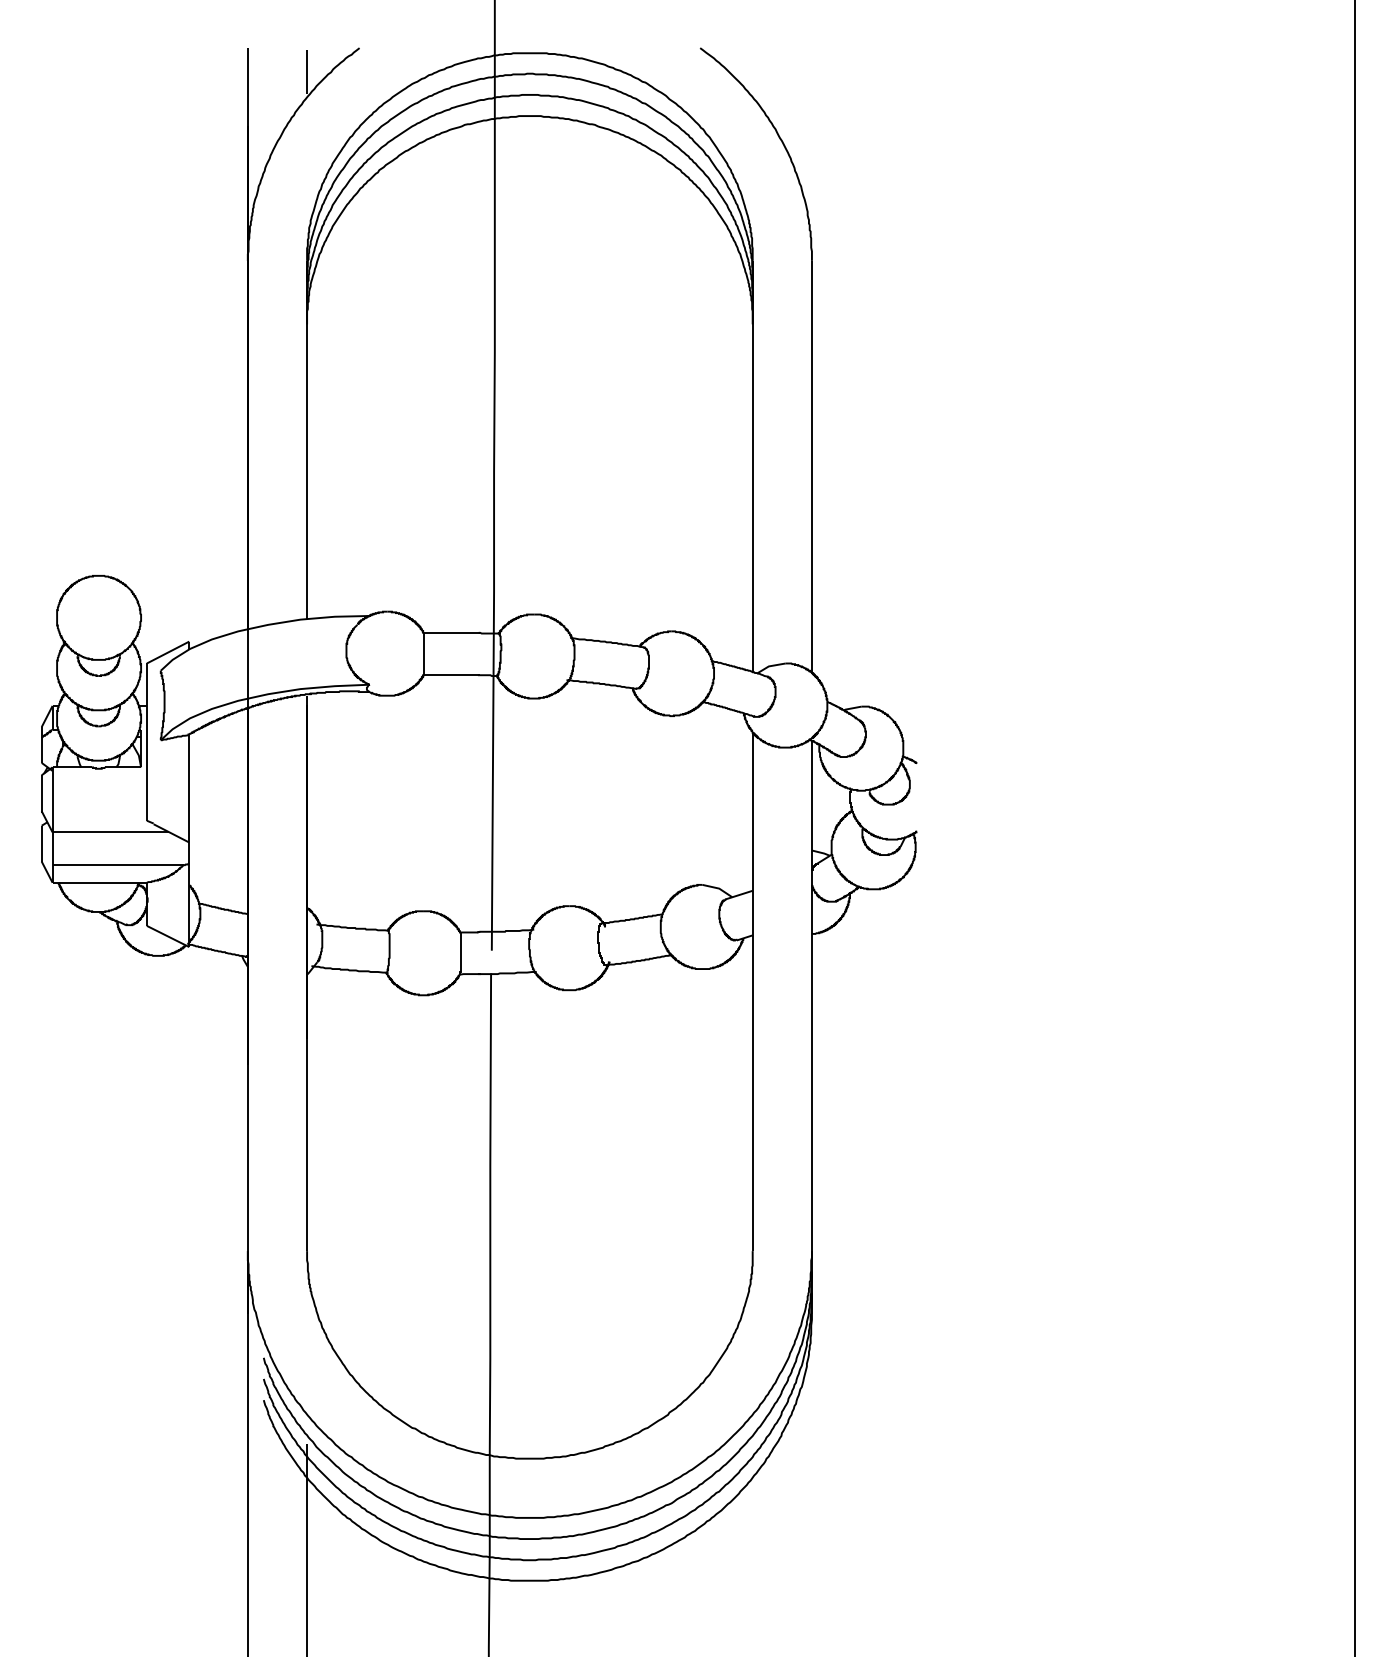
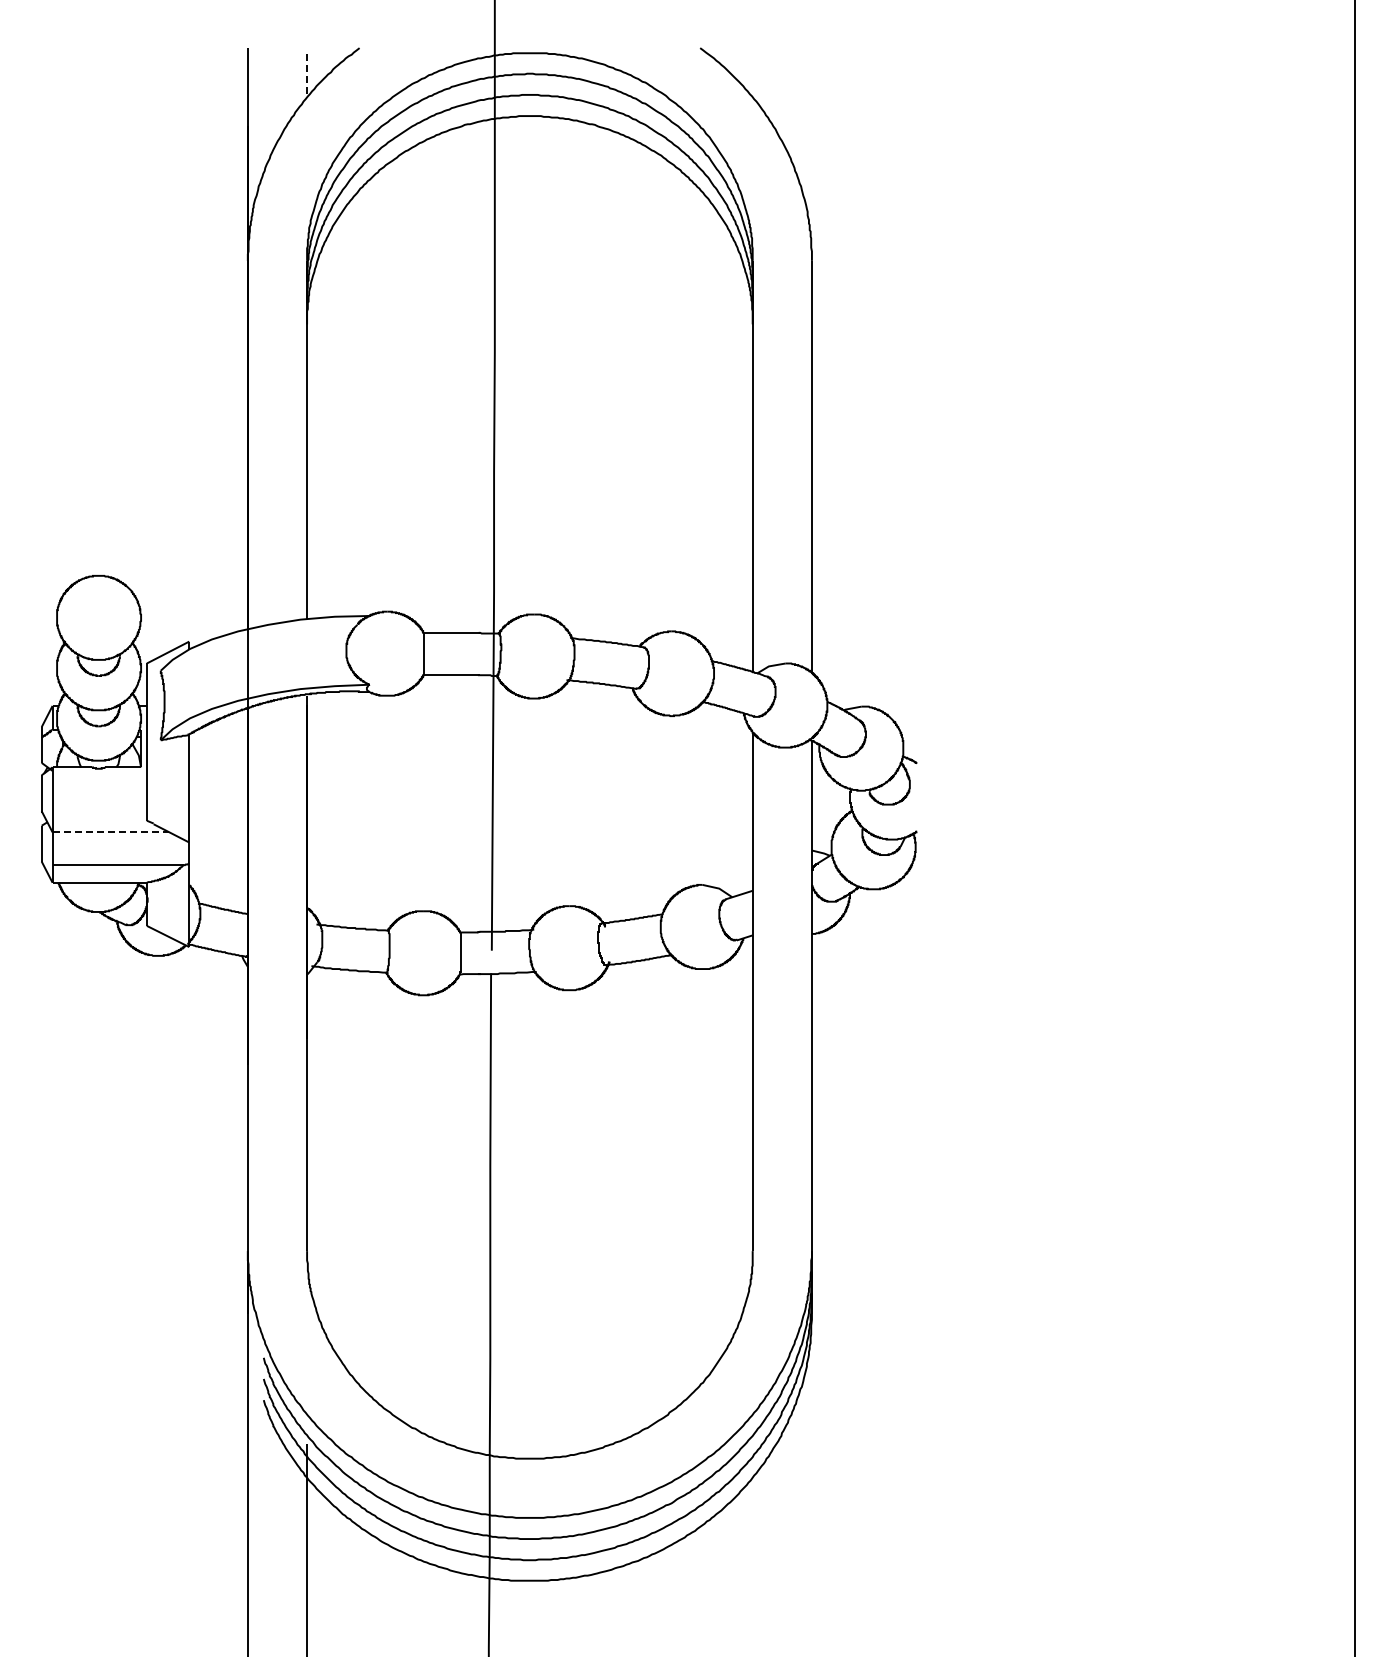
line at (307, 72): solid -> dashed
line at (111, 832): solid -> dashed
